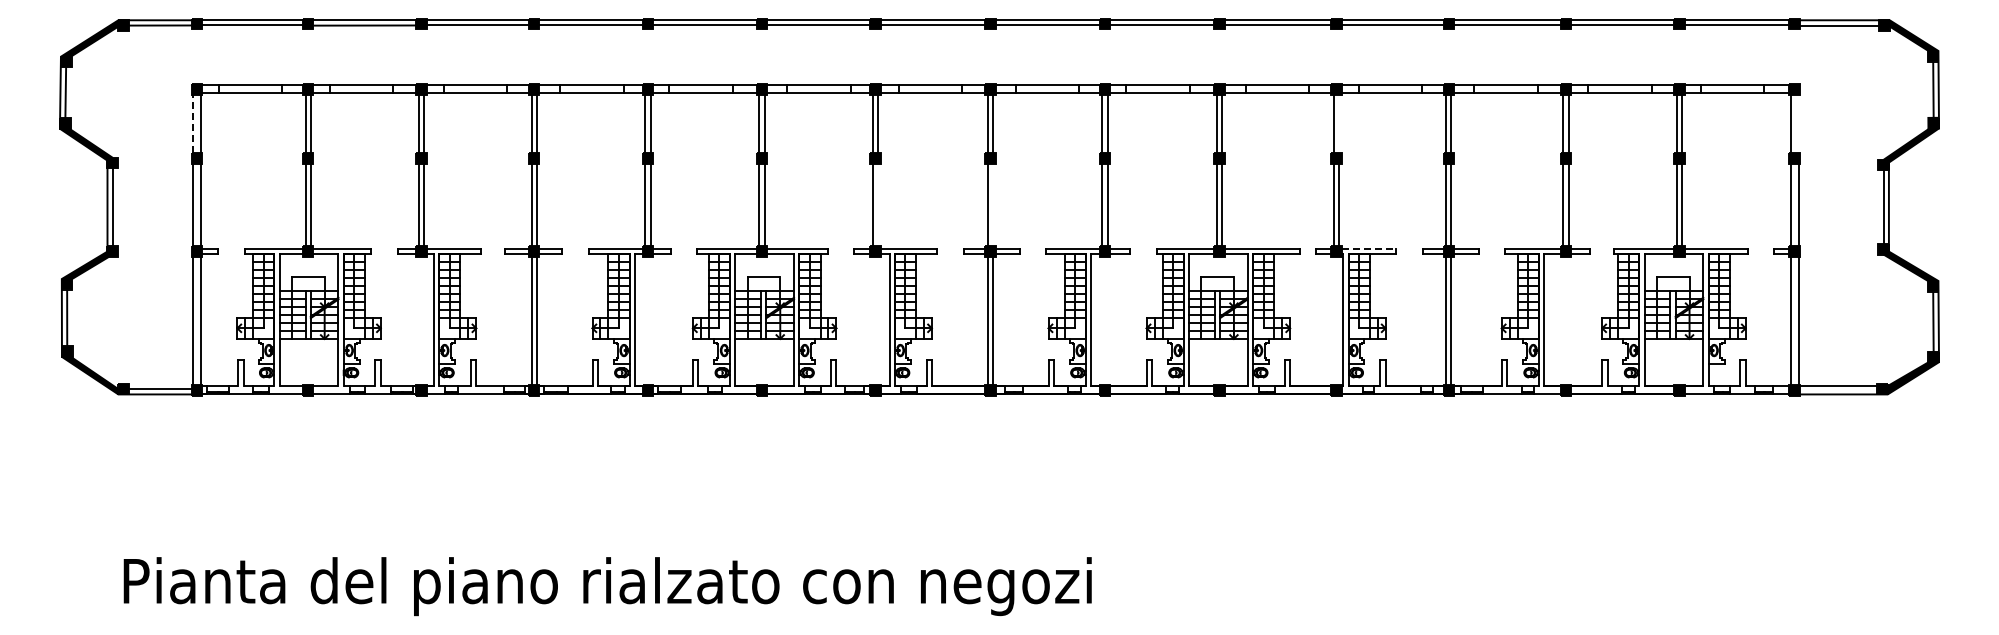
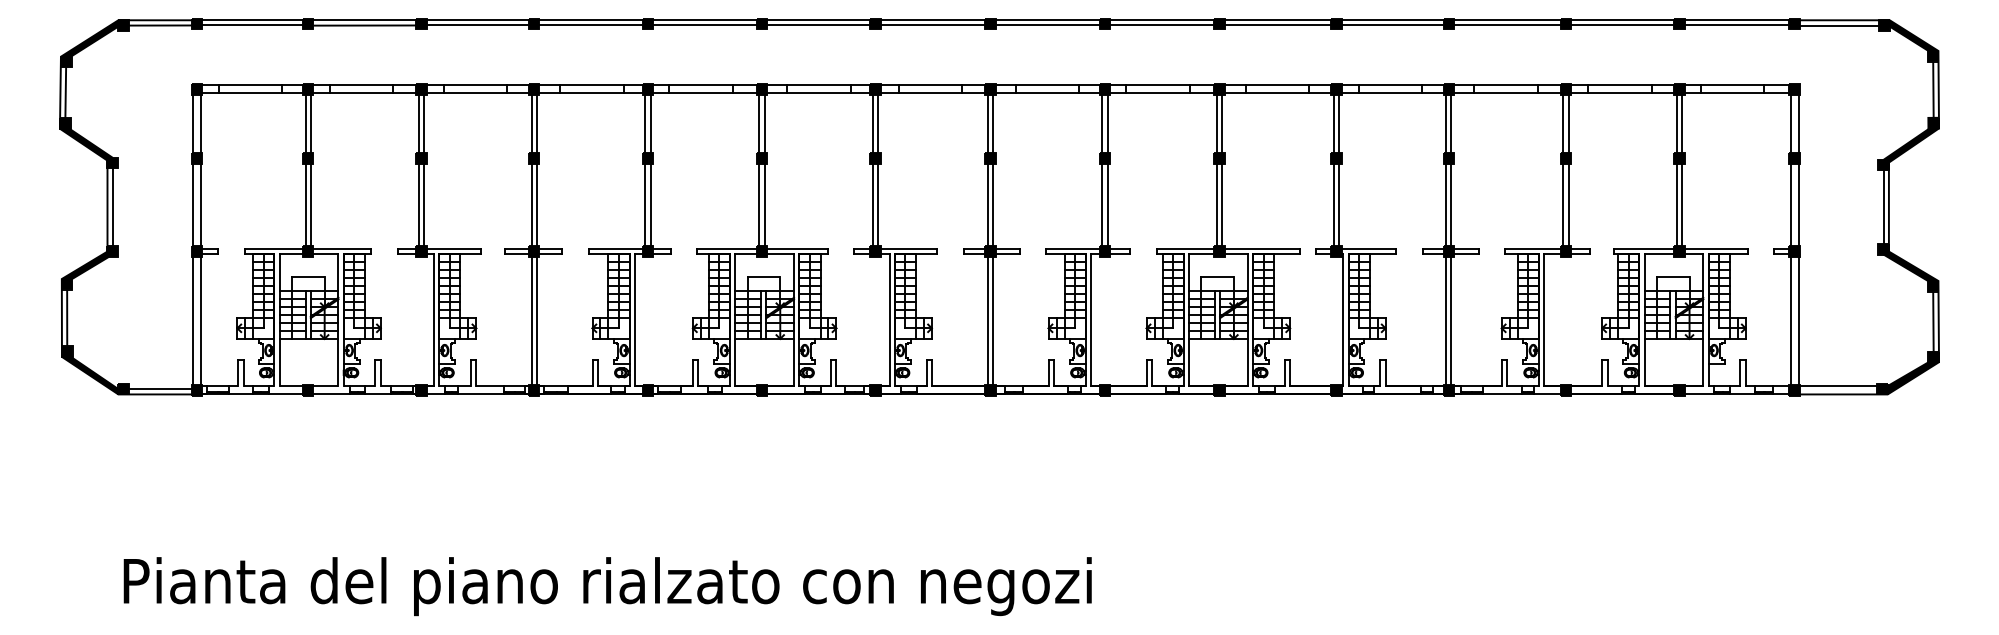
line at (193, 123): dashed -> solid
line at (1339, 123): none -> present
line at (1798, 123): none -> present
line at (878, 204): none -> present
line at (992, 204): none -> present
line at (1369, 248): dashed -> solid
